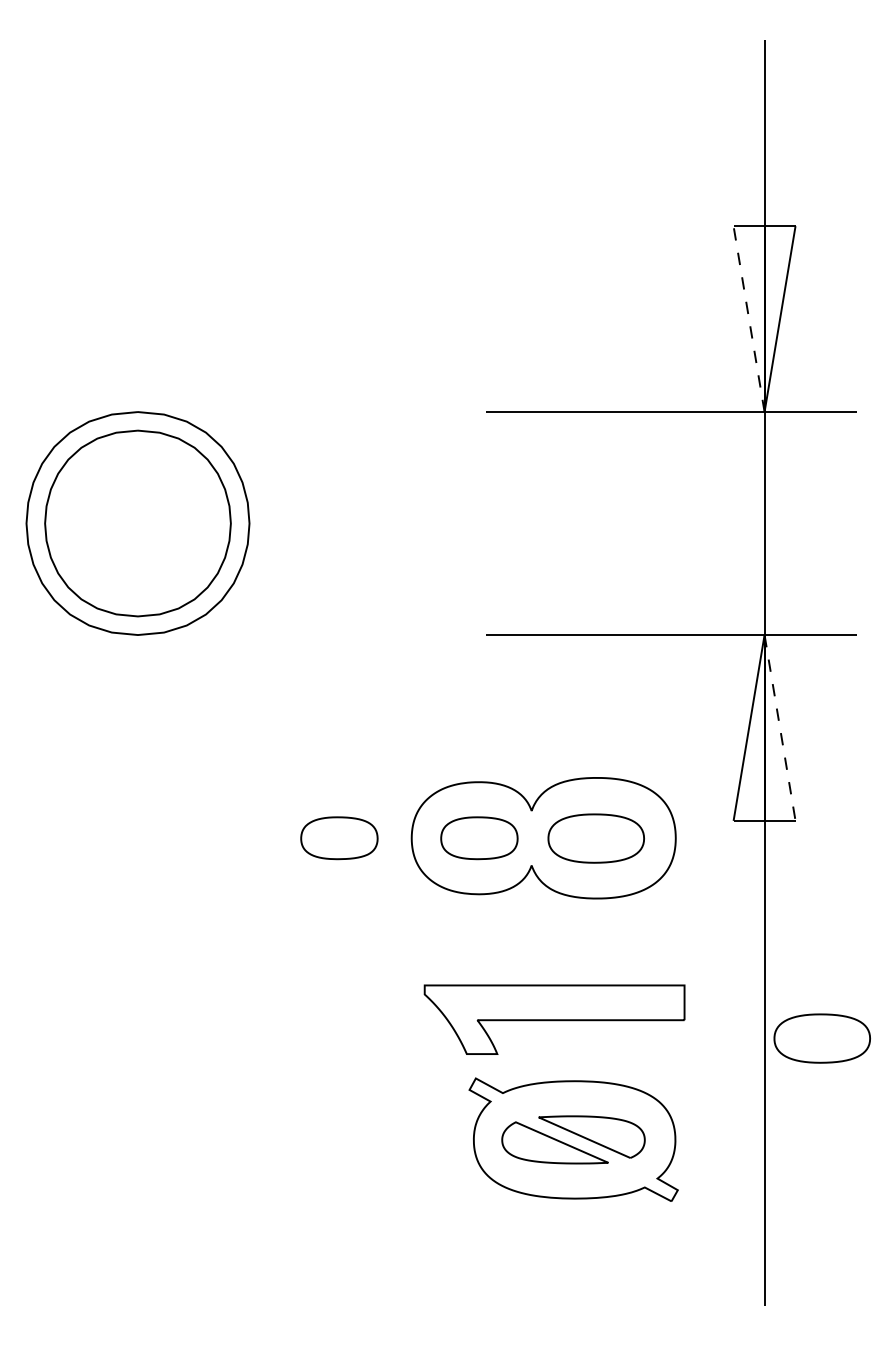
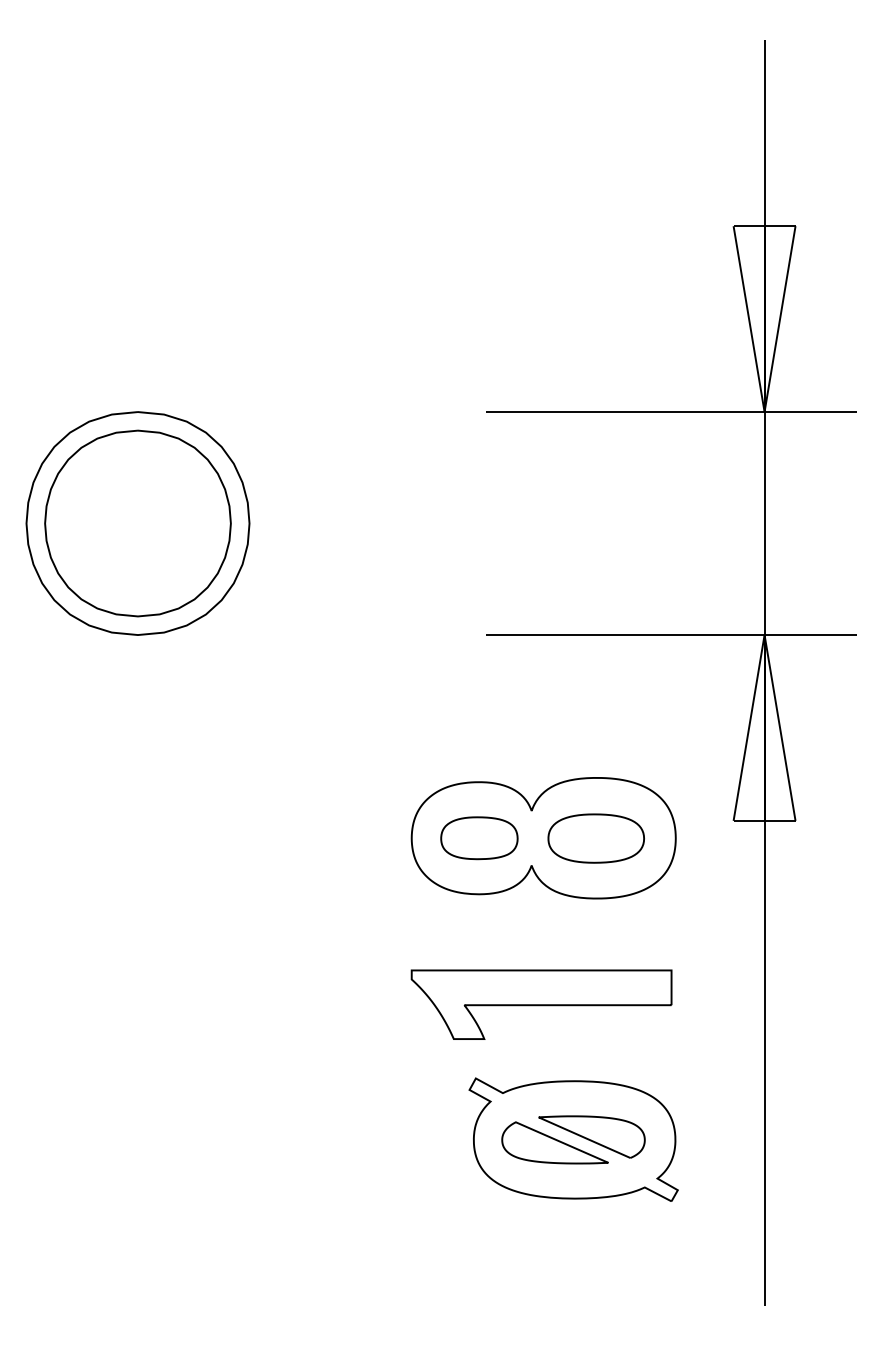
line at (749, 318): dashed -> solid
line at (780, 728): dashed -> solid
part at (339, 838): present -> none
part at (554, 1019) position: (554, 1019) -> (541, 1004)
part at (821, 1038): present -> none
